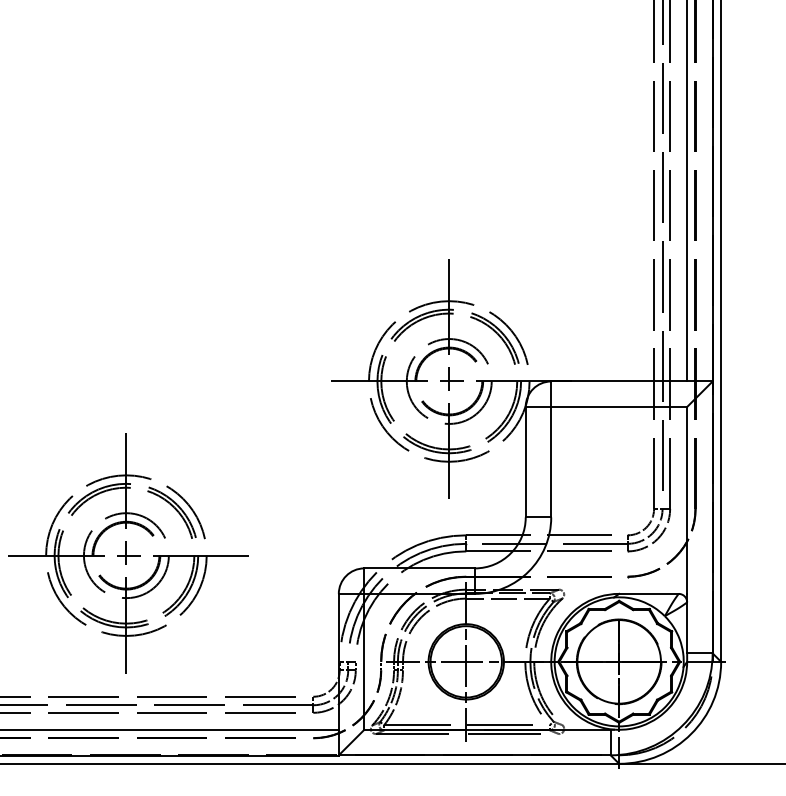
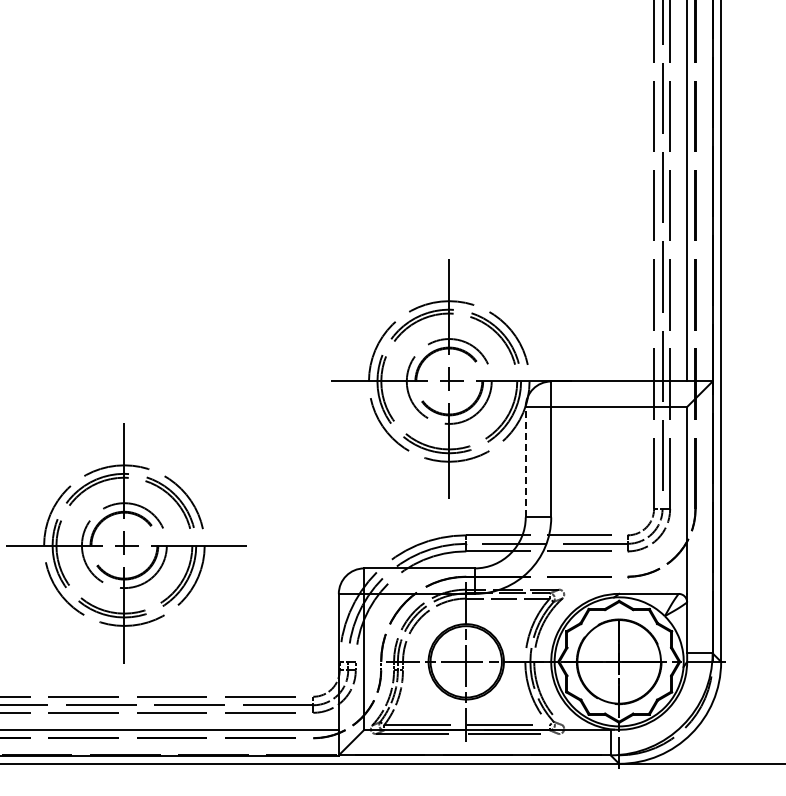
line at (525, 461): solid -> dashed
part at (128, 553) position: (128, 553) -> (126, 543)
